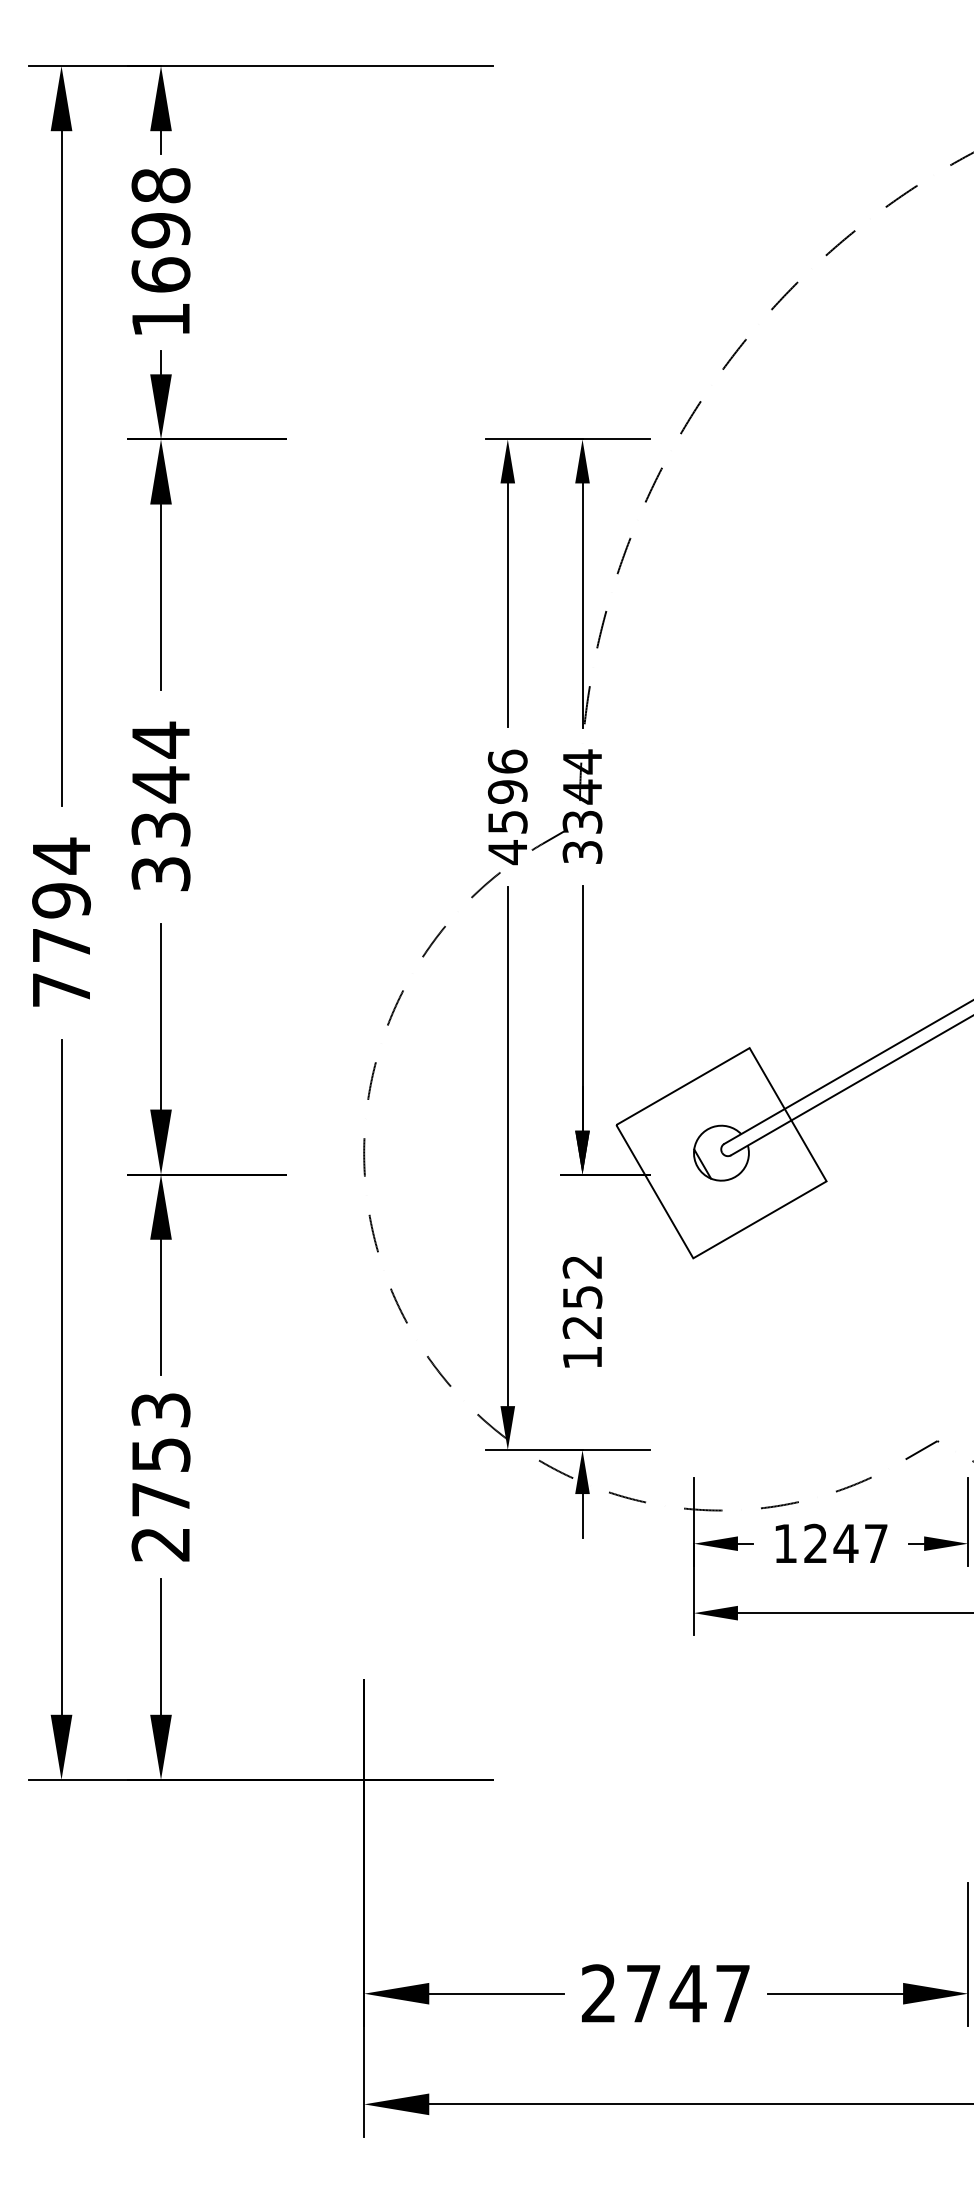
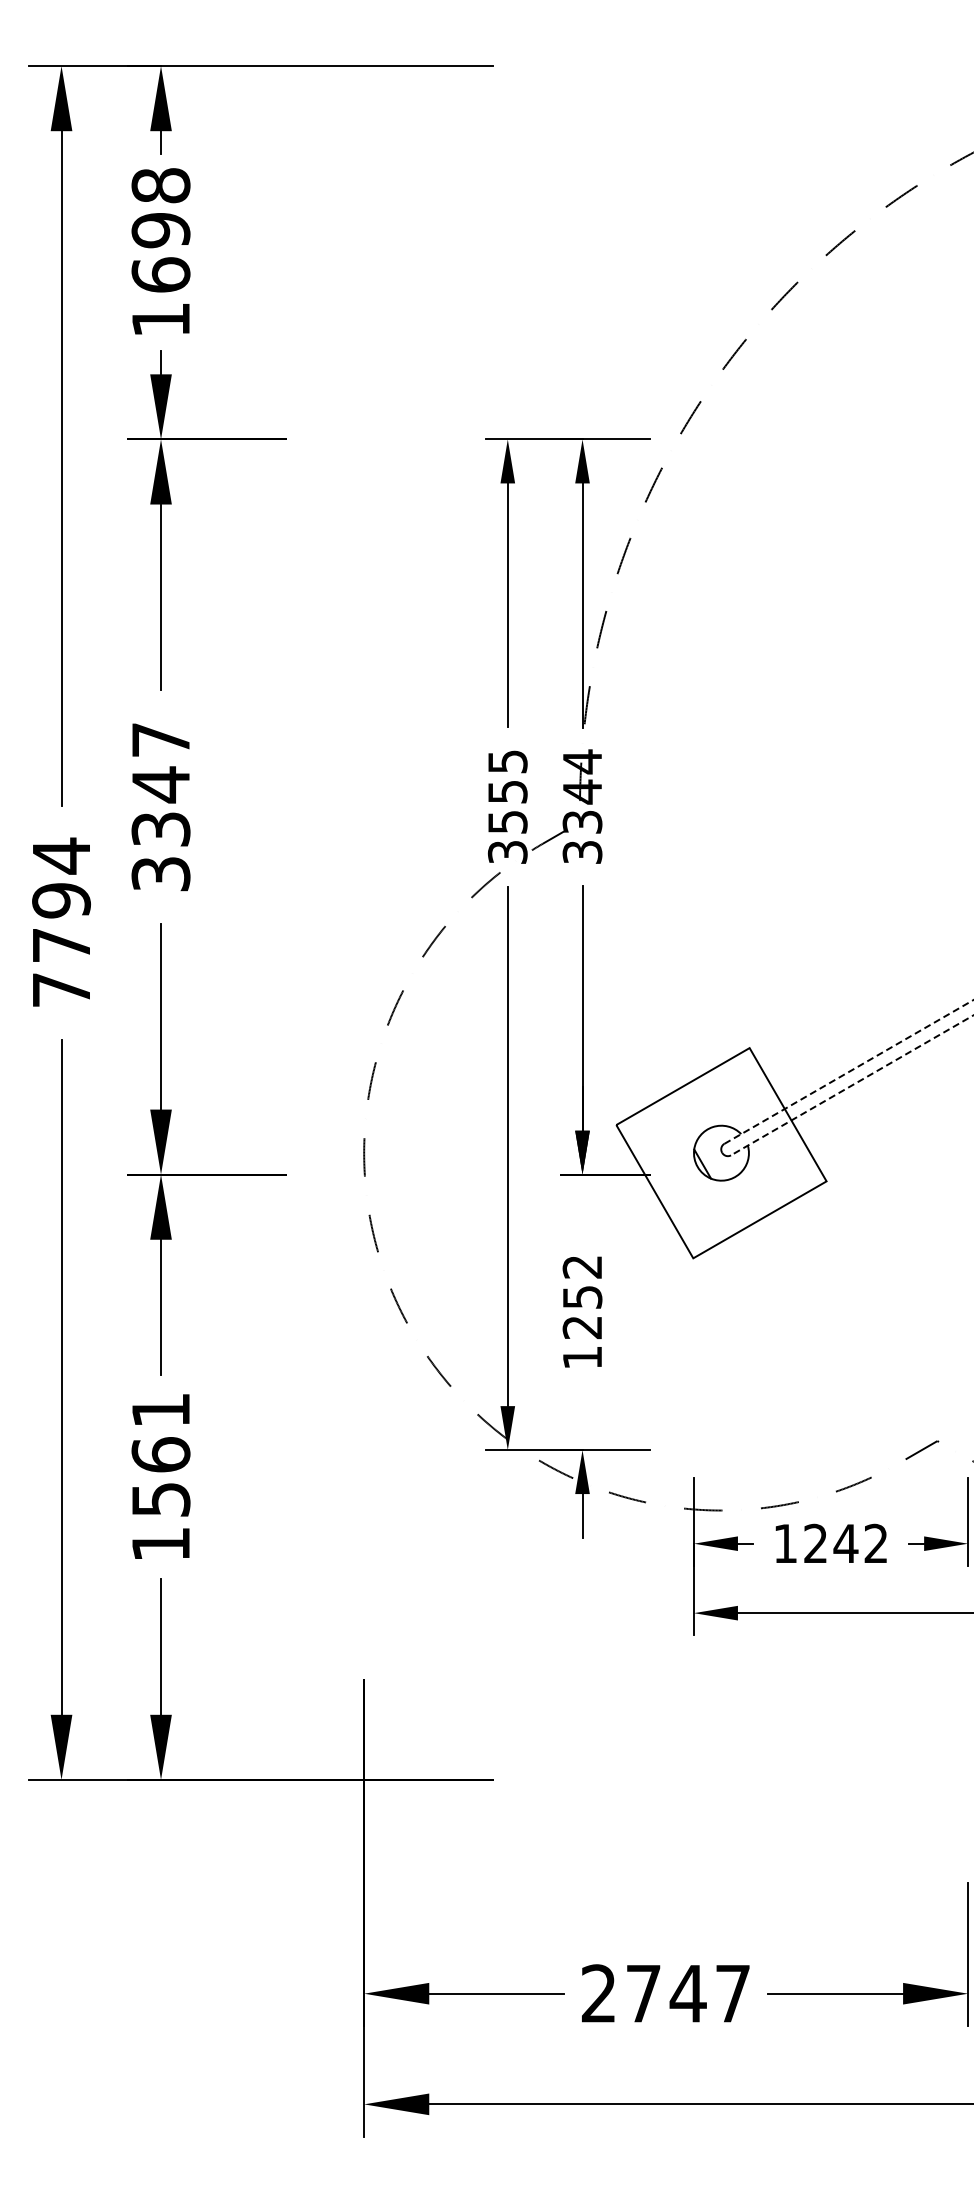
text at (160, 739): 3344 -> 3347
text at (507, 807): 4596 -> 3555
line at (848, 1072): solid -> dashed
line at (851, 1085): solid -> dashed
text at (160, 1477): 2753 -> 1561
text at (875, 1542): 1247 -> 1242
